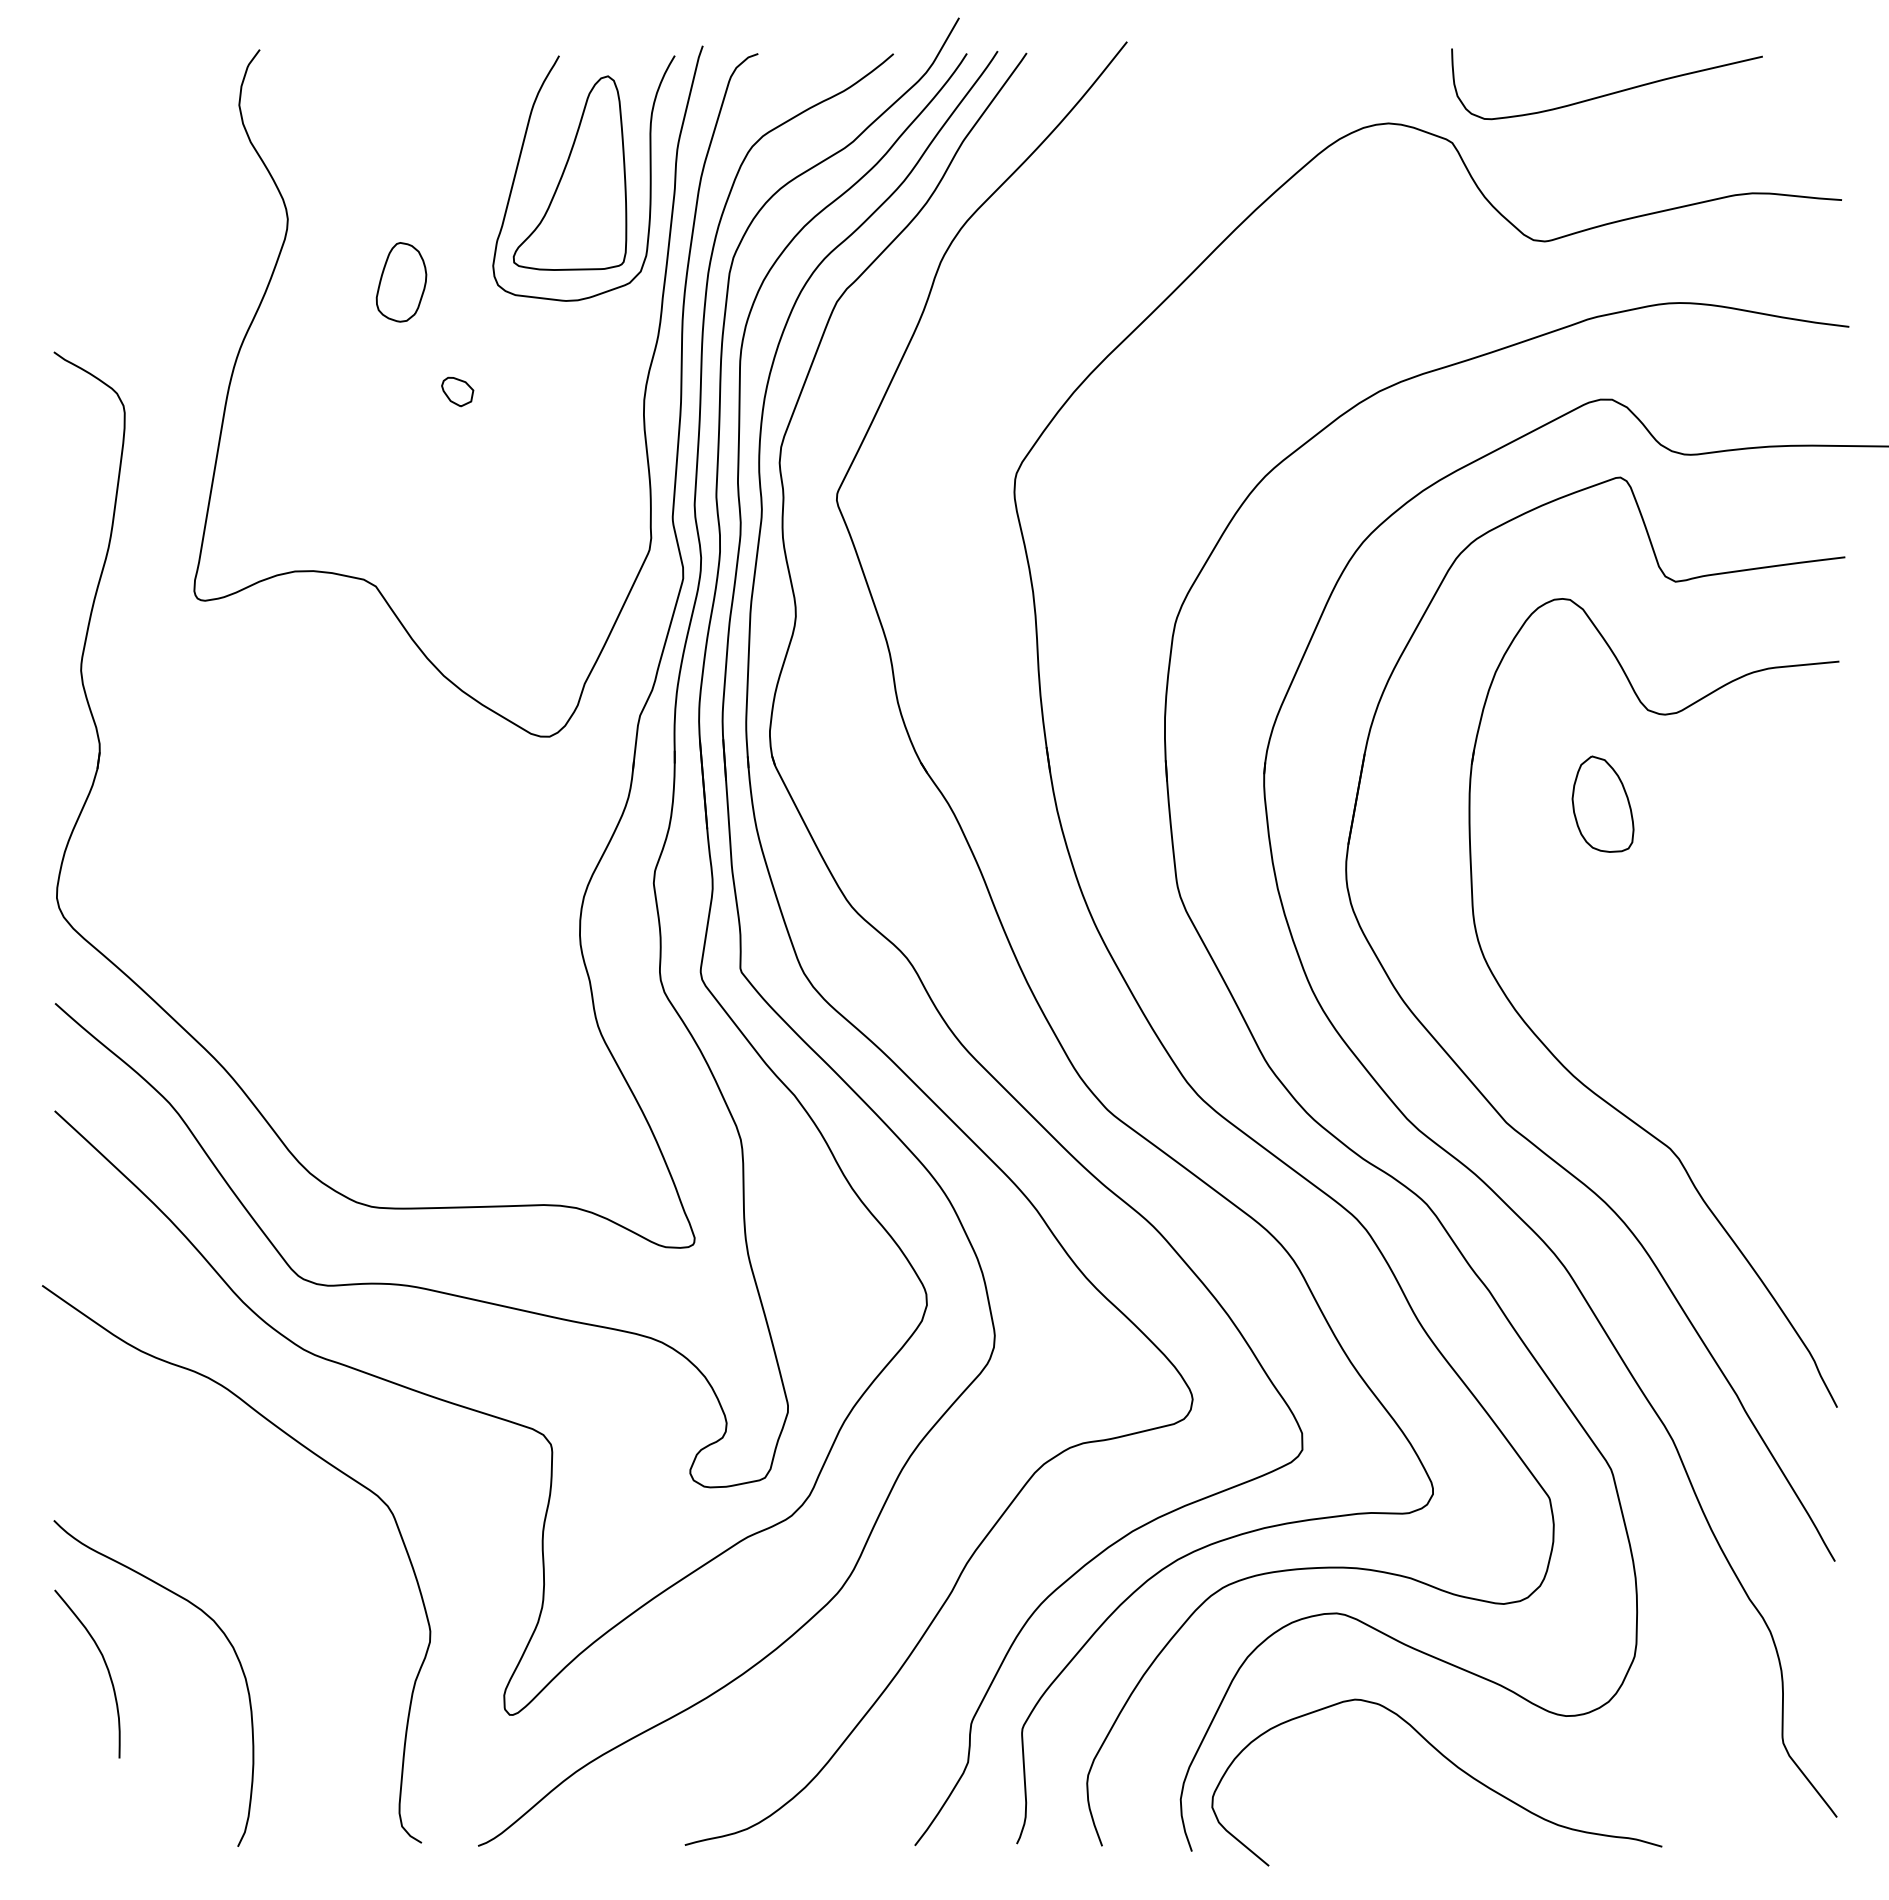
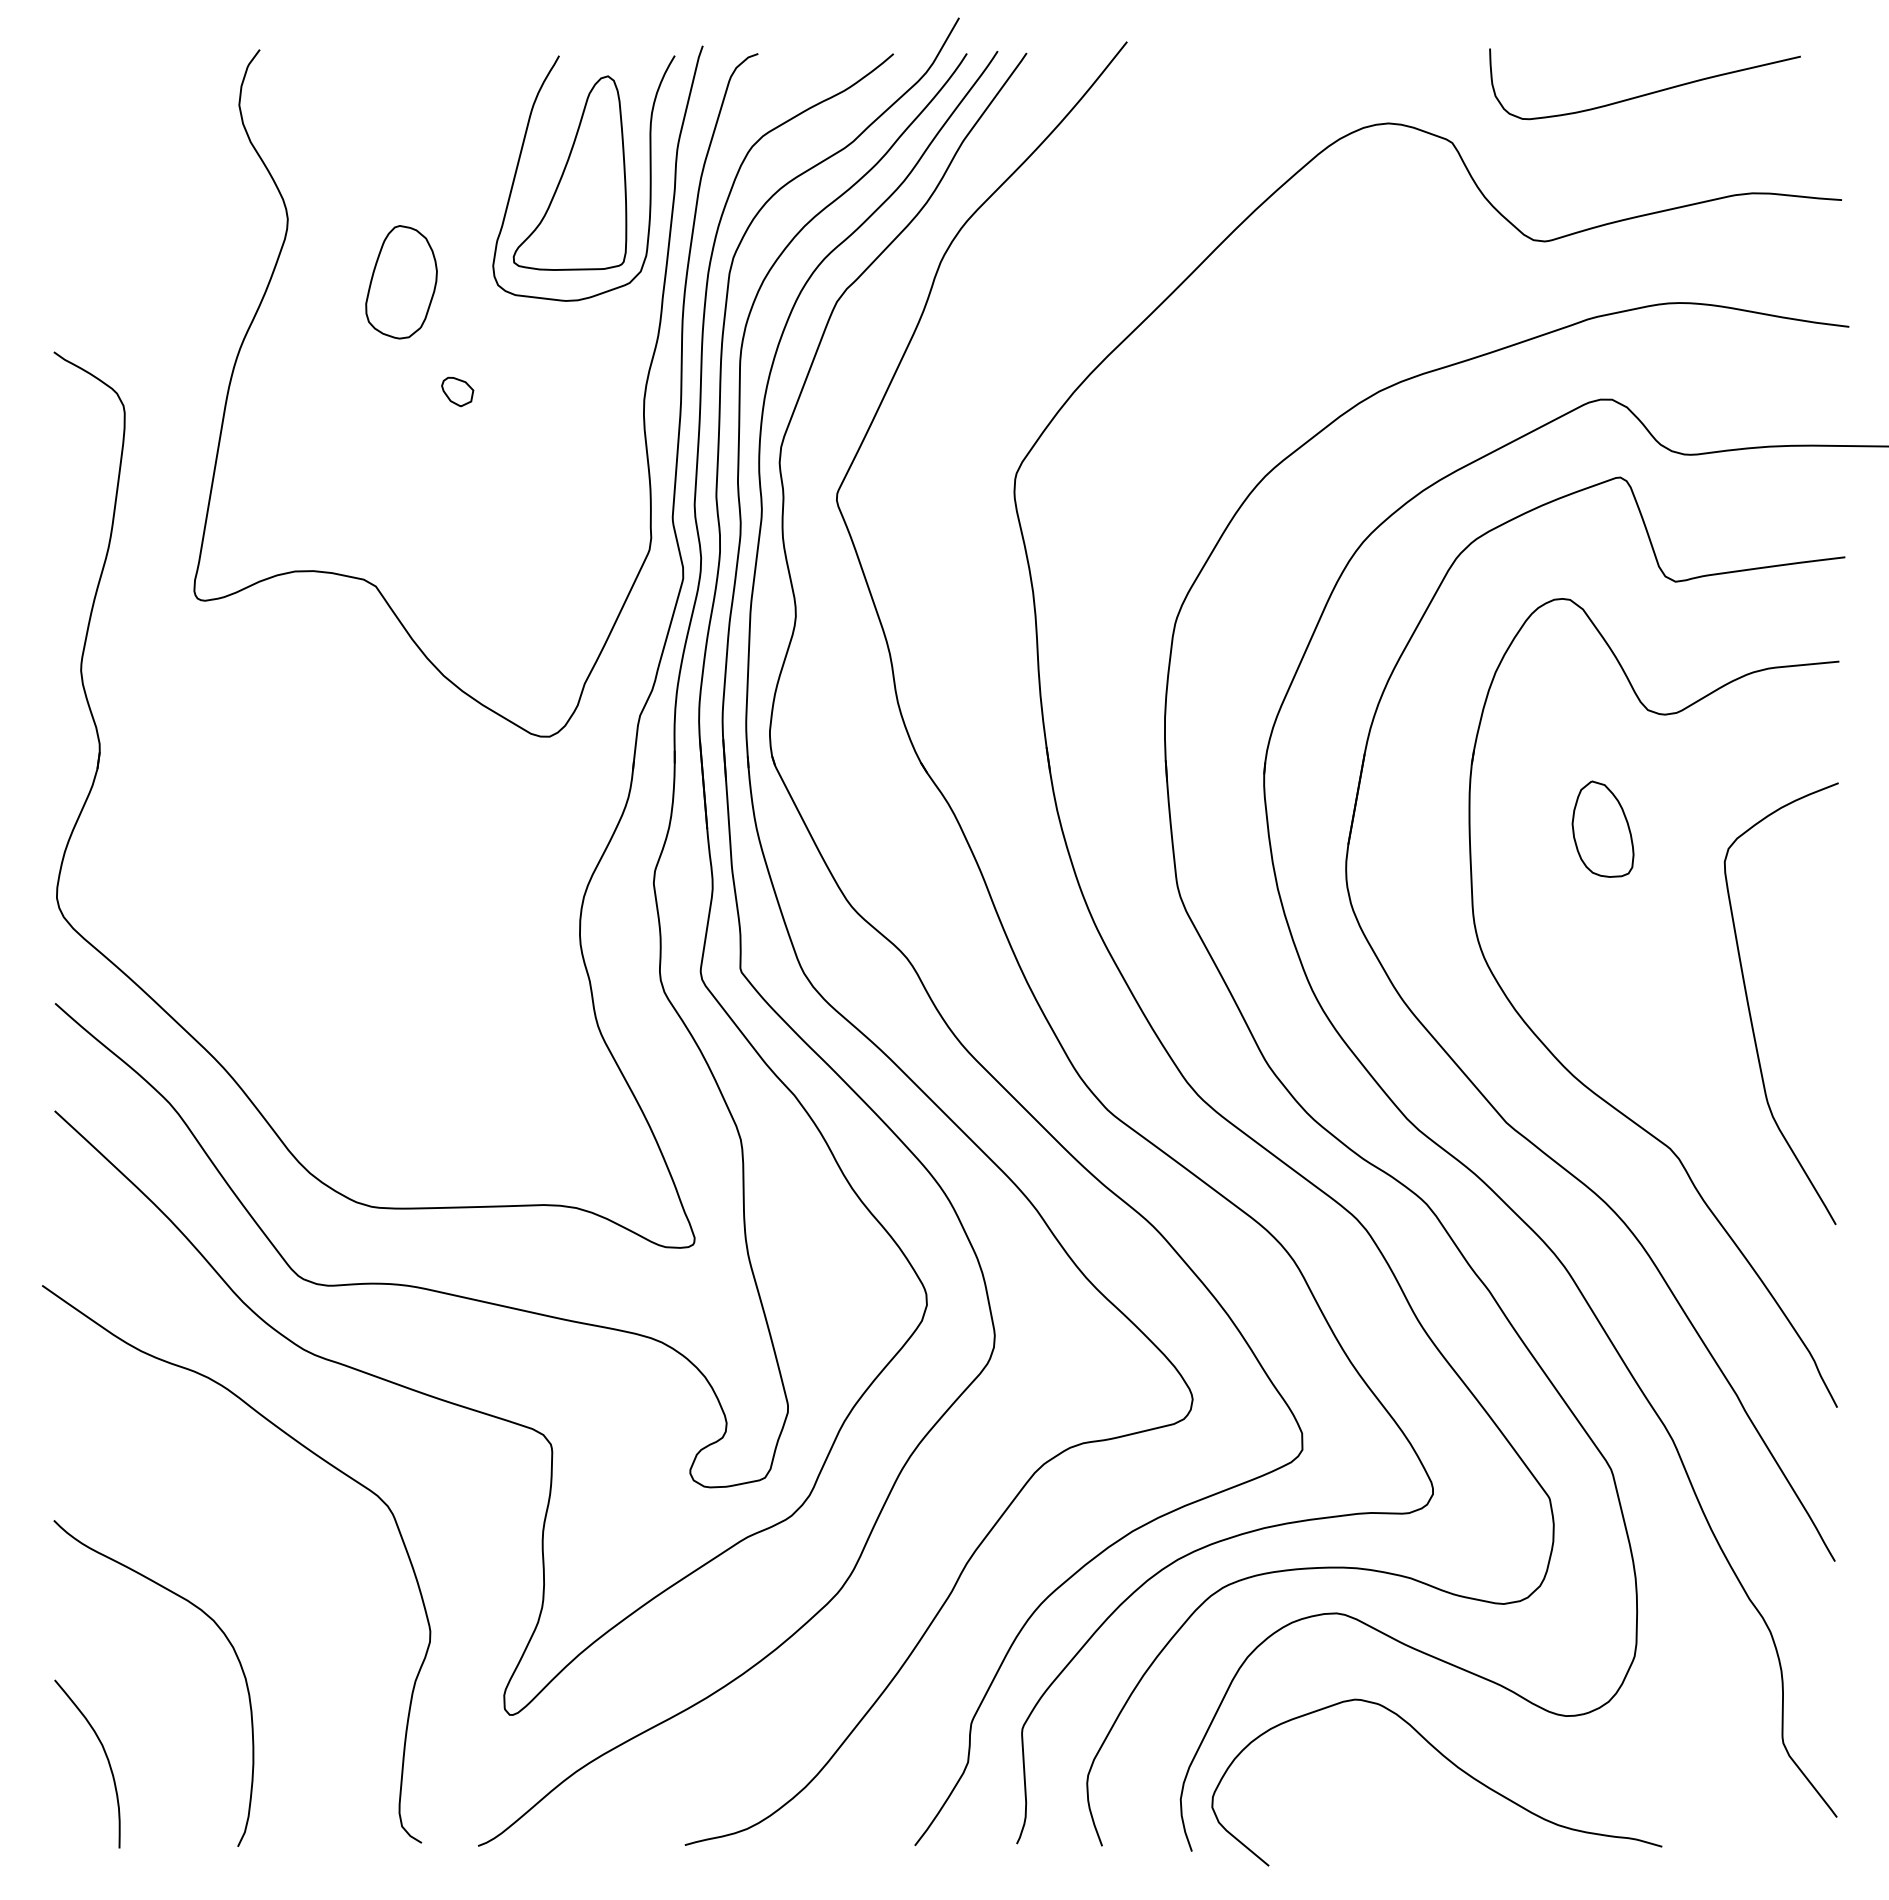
curve at (1608, 93) position: (1608, 93) -> (1646, 93)
part at (401, 282) size: 53x81 px -> 73x115 px
part at (1602, 803) position: (1602, 803) -> (1602, 828)
curve at (1750, 1010): none -> present
curve at (105, 1666) position: (105, 1666) -> (105, 1756)
